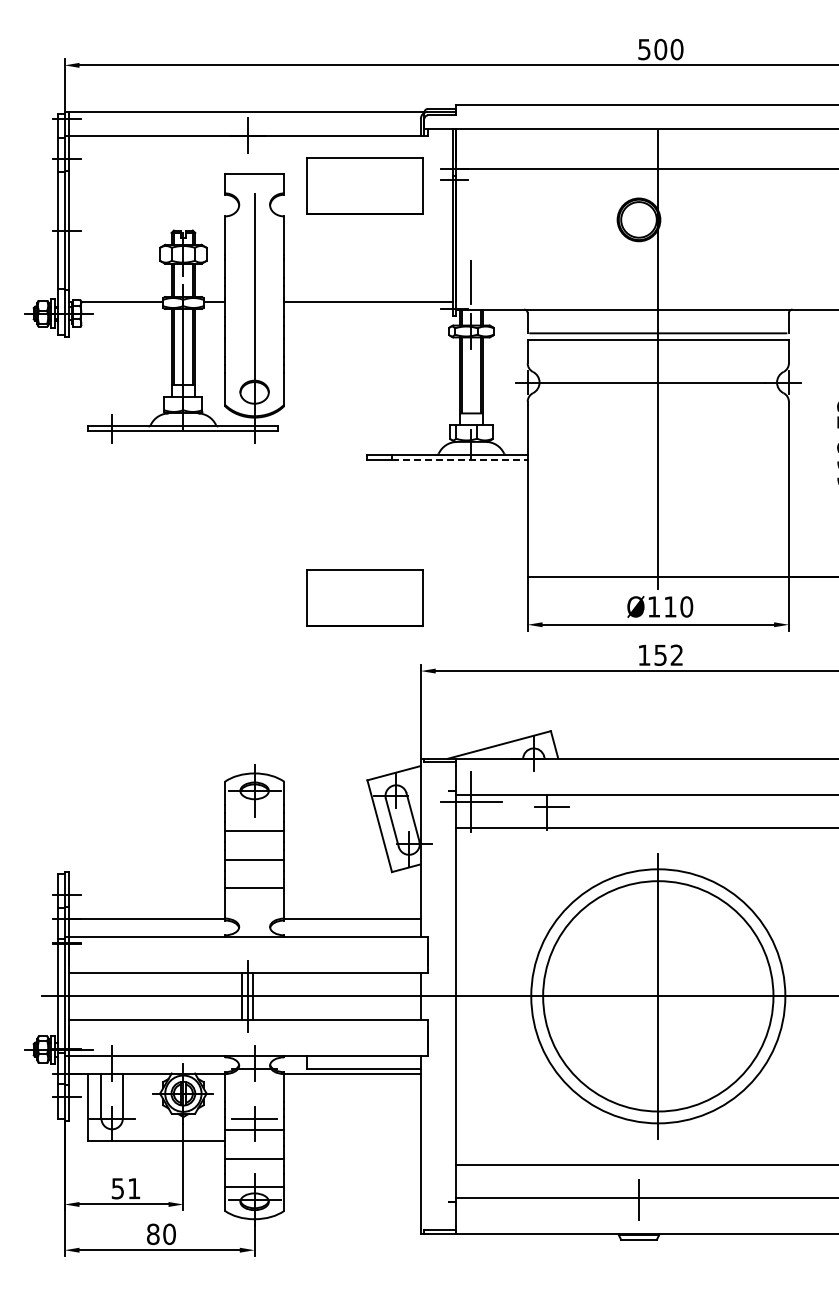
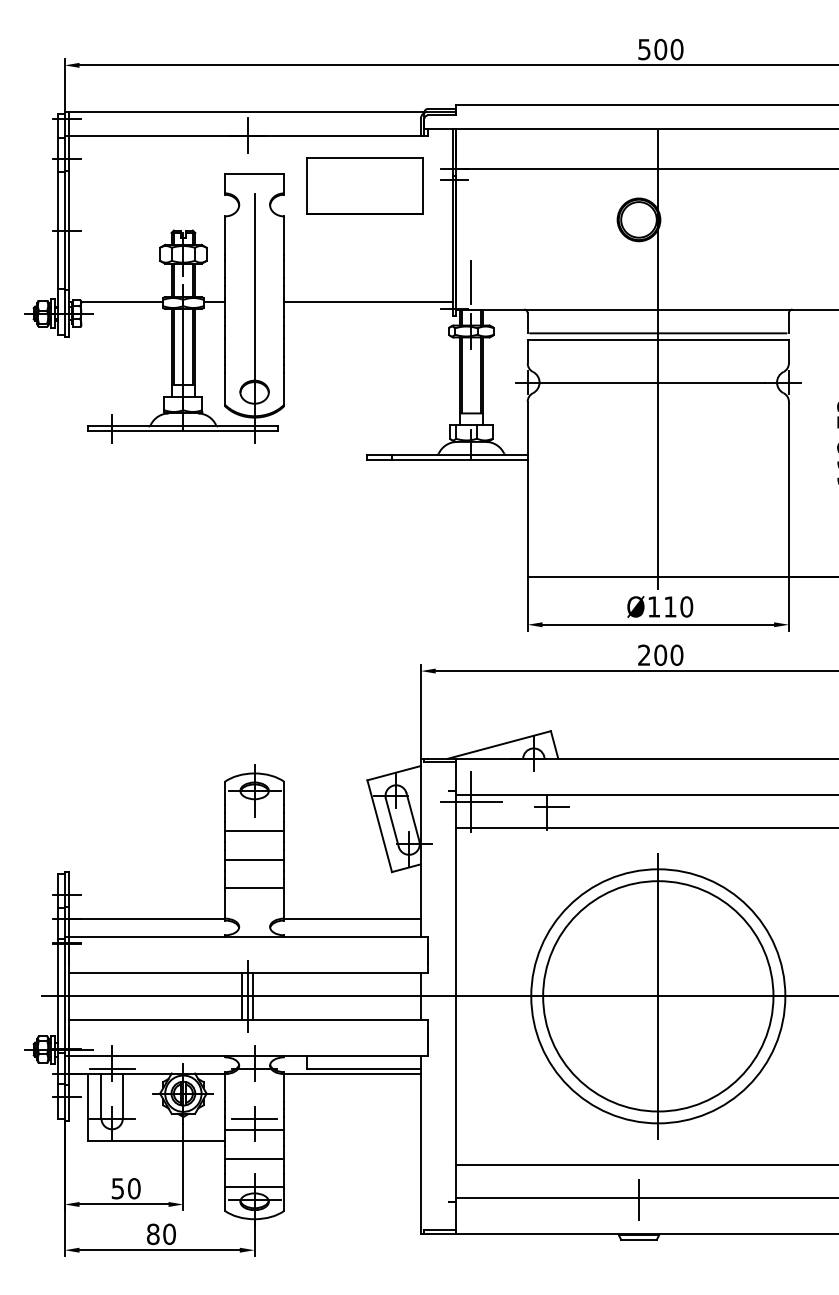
line at (459, 459): dashed -> solid
part at (364, 597): present -> none
text at (660, 654): 152 -> 200
line at (111, 1068): none -> present
text at (133, 1188): 51 -> 50
